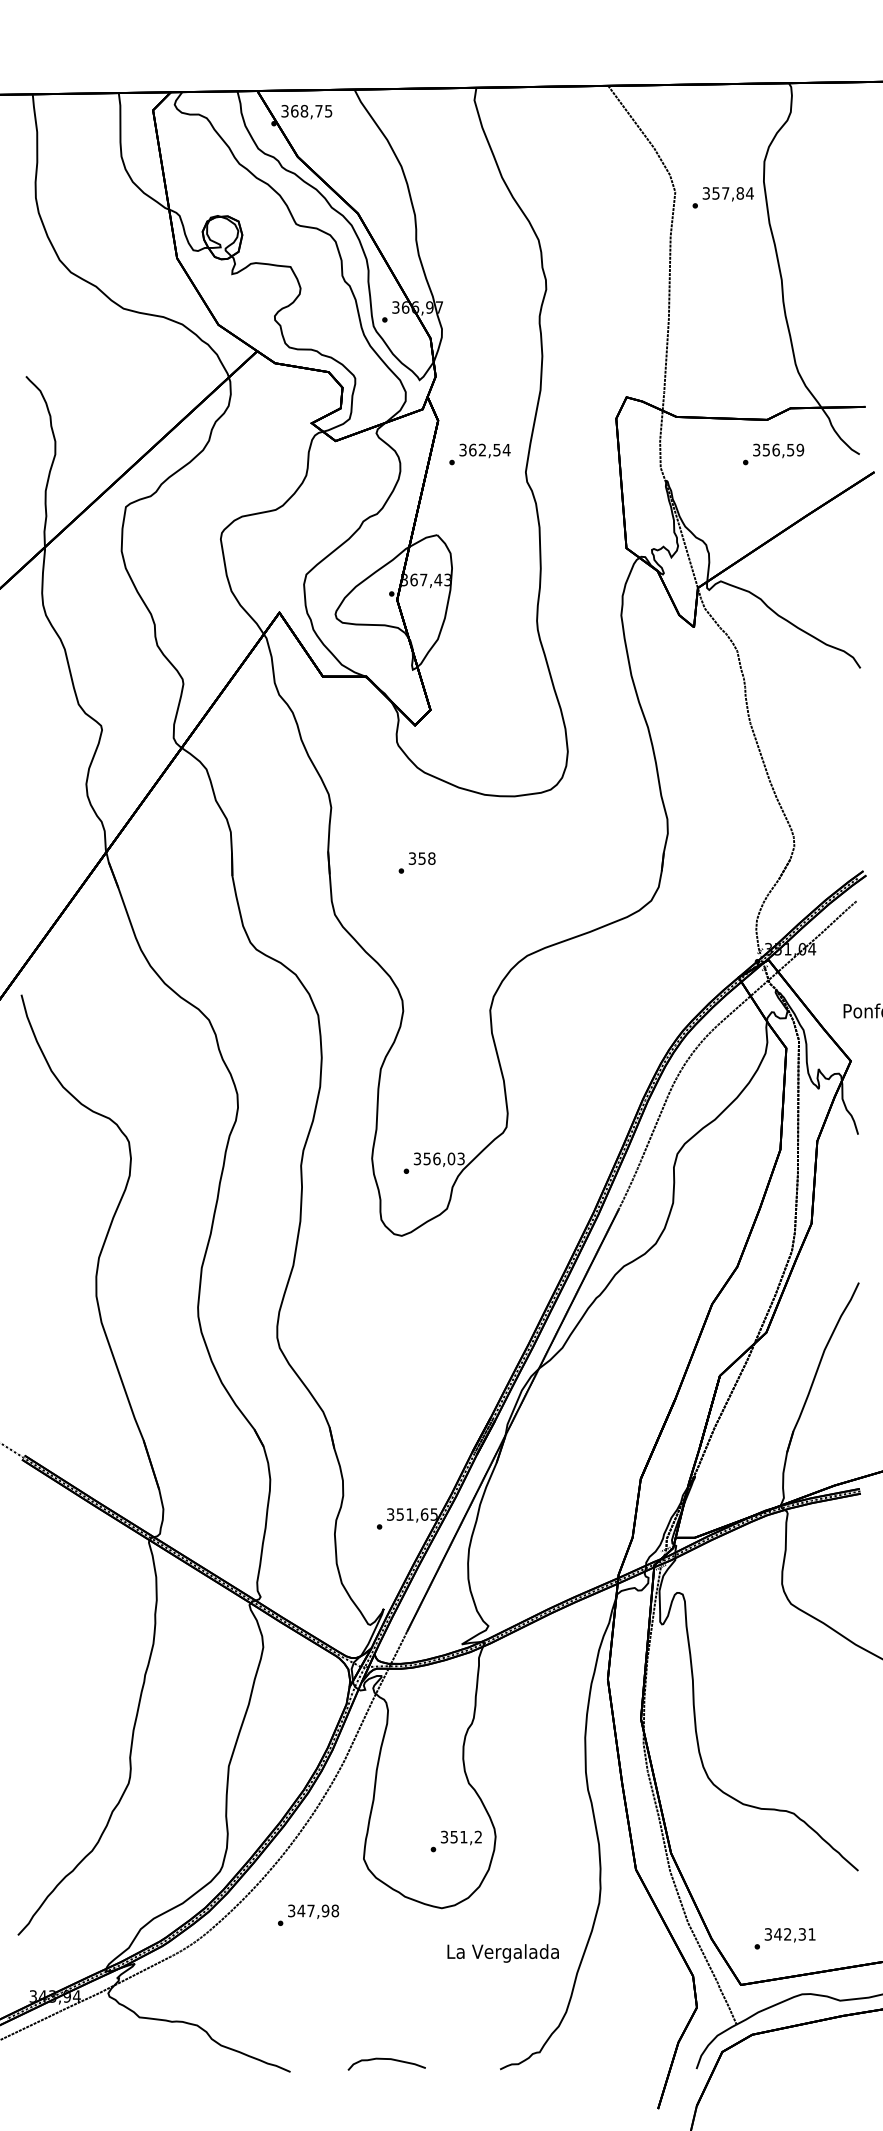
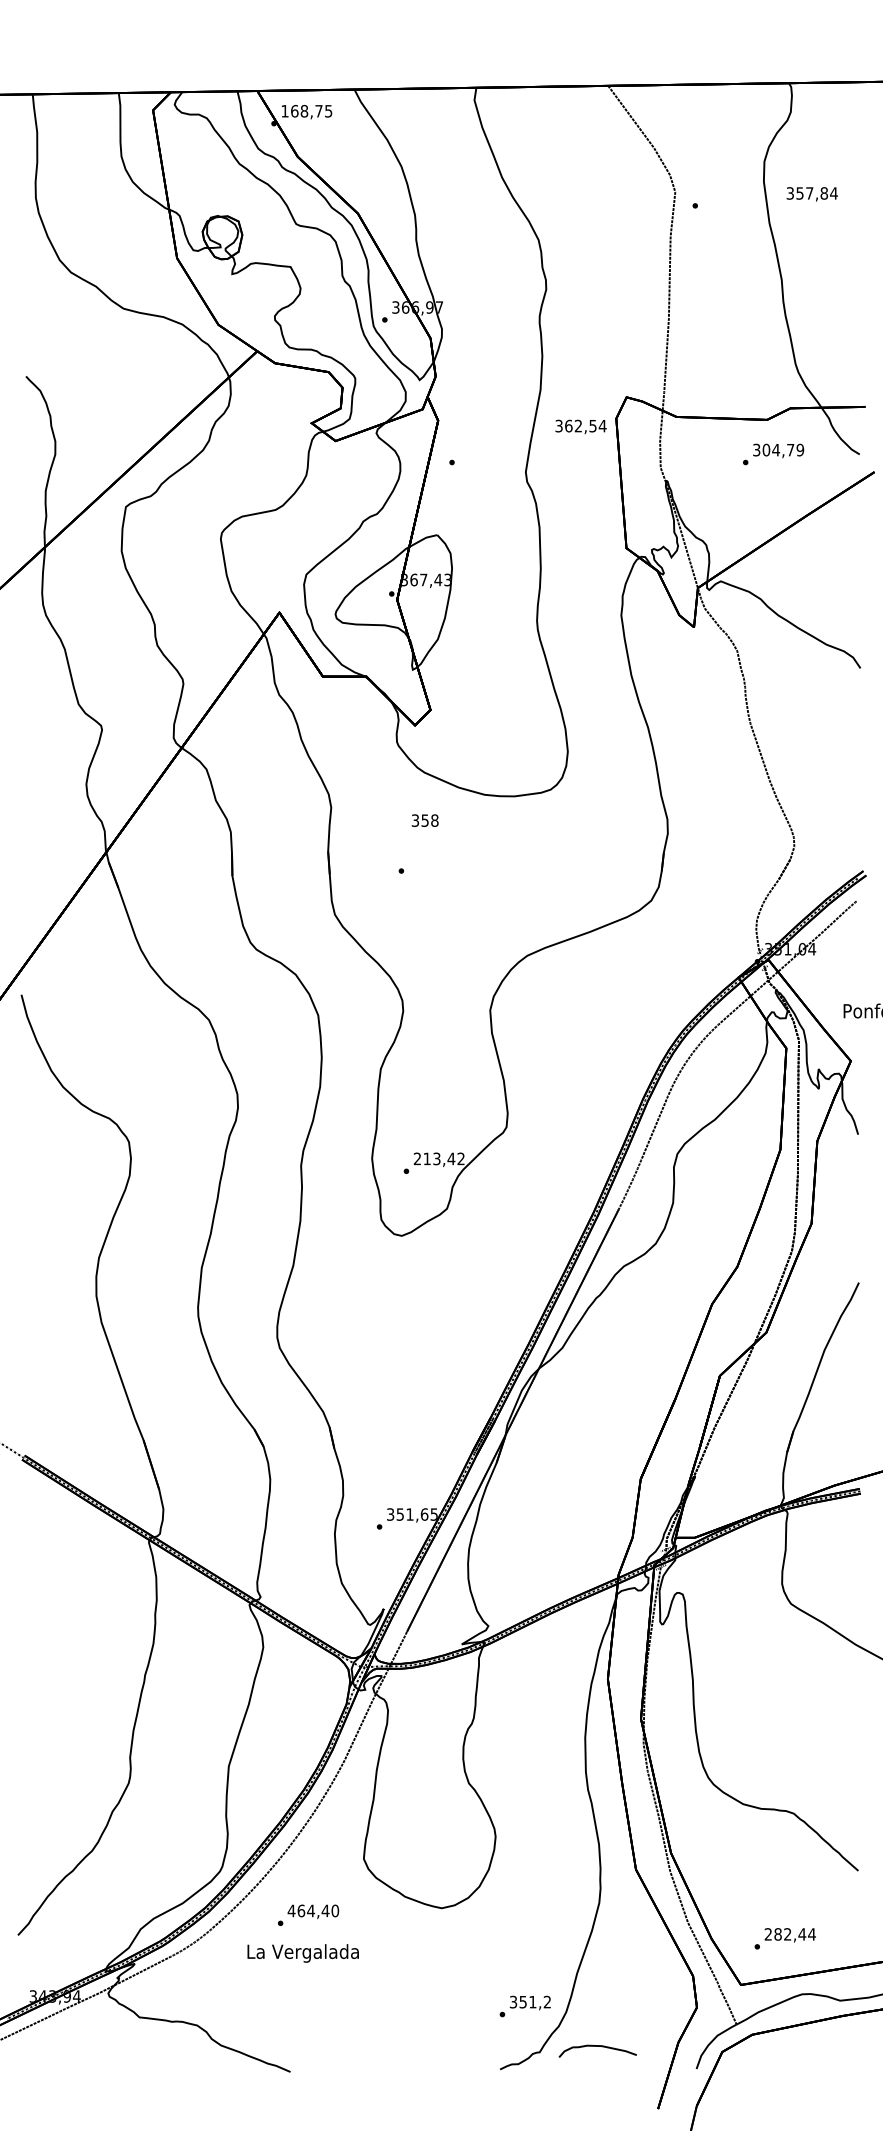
text at (284, 110): 368,75 -> 168,75
text at (727, 194) position: (727, 194) -> (811, 194)
text at (778, 449): 356,59 -> 304,79
text at (484, 450) position: (484, 450) -> (580, 426)
text at (421, 858) position: (421, 858) -> (424, 820)
text at (438, 1158): 356,03 -> 213,42
text at (455, 1841) position: (455, 1841) -> (524, 2006)
text at (313, 1910): 347,98 -> 464,40
text at (789, 1934): 342,31 -> 282,44
text at (502, 1953) position: (502, 1953) -> (302, 1953)
curve at (386, 2059) position: (386, 2059) -> (597, 2046)
